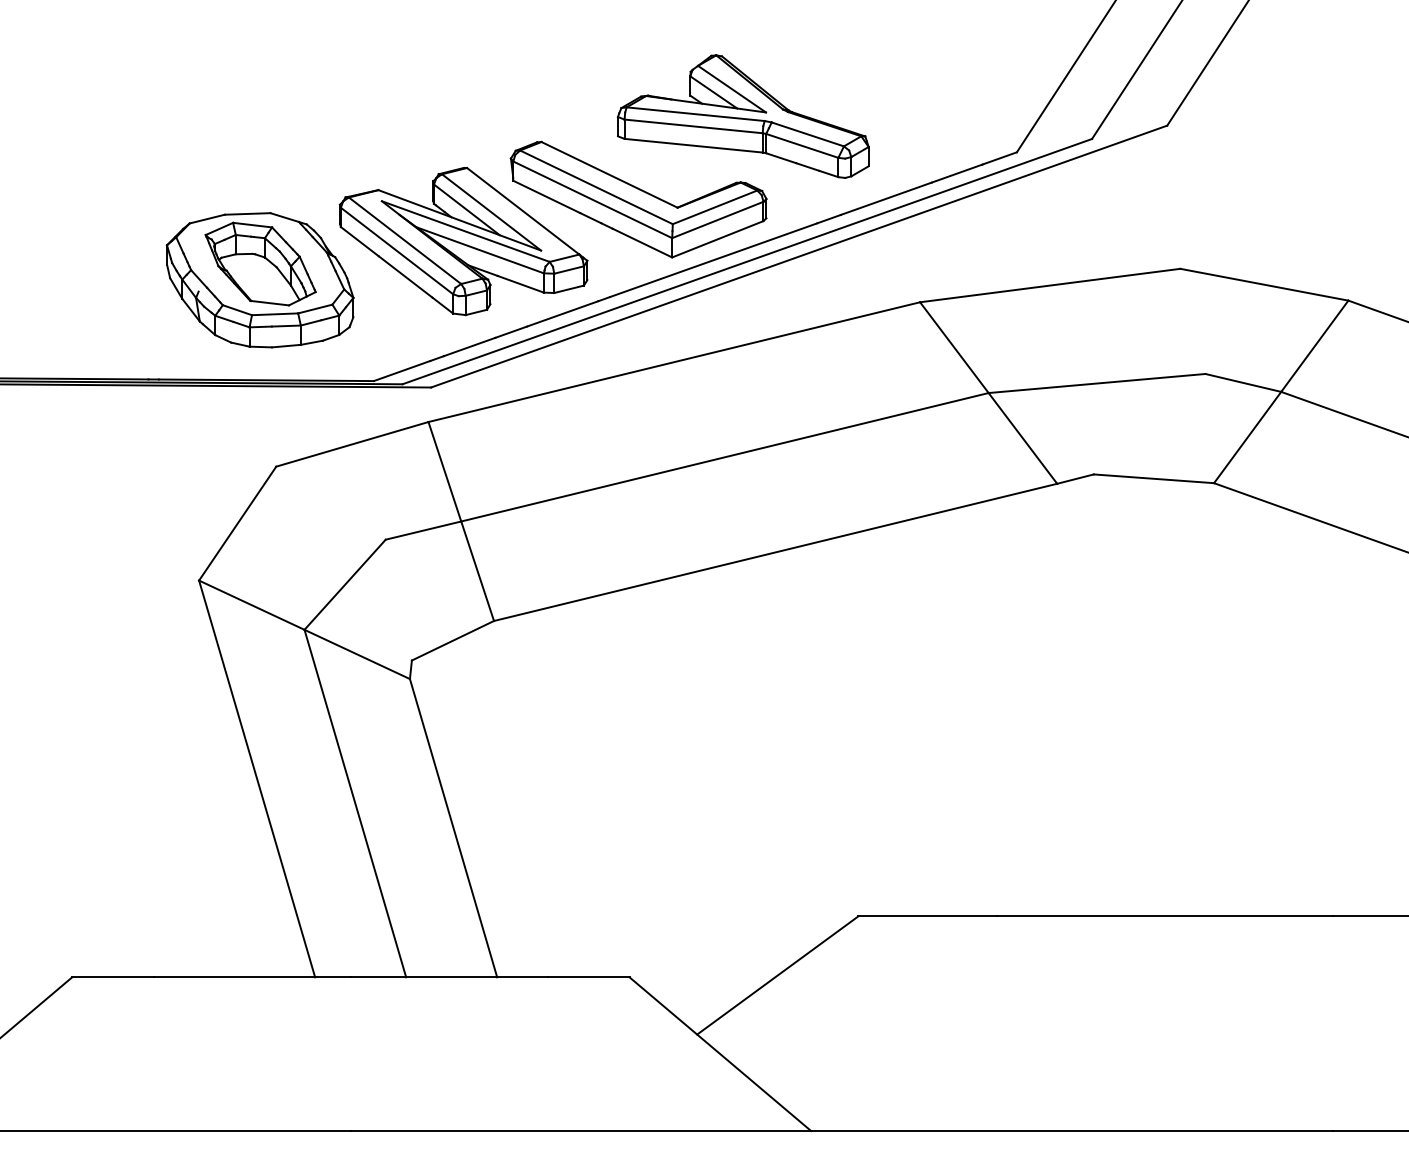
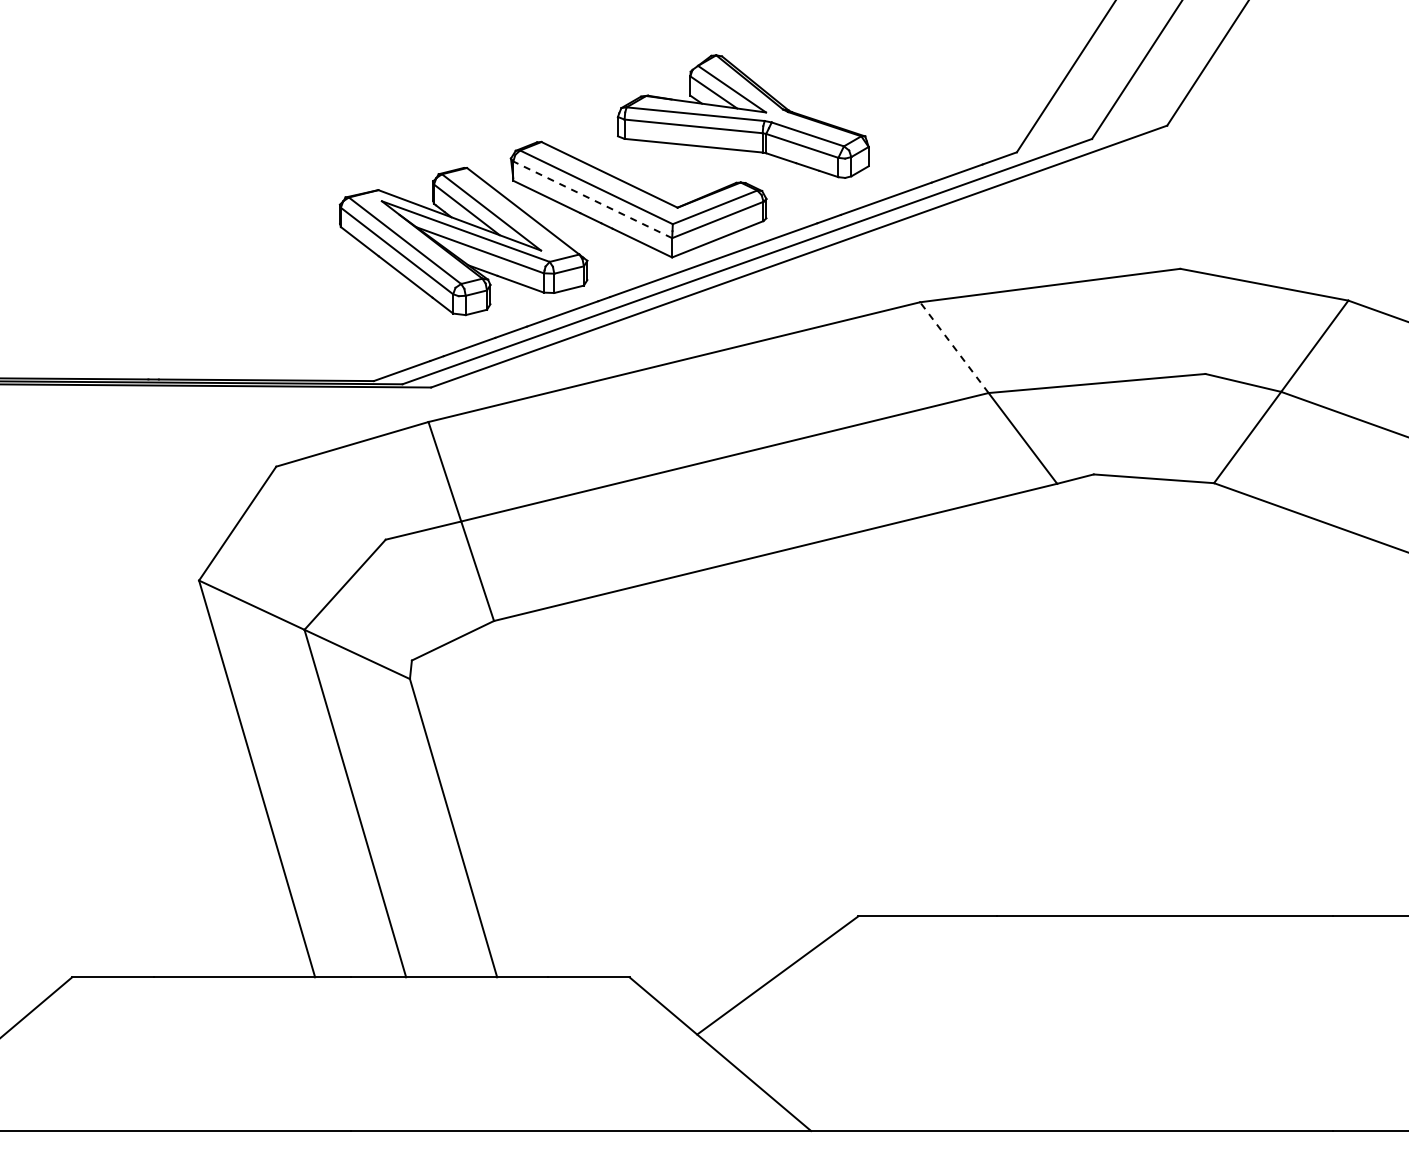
line at (592, 199): solid -> dashed
part at (259, 280): present -> none
line at (954, 347): solid -> dashed
